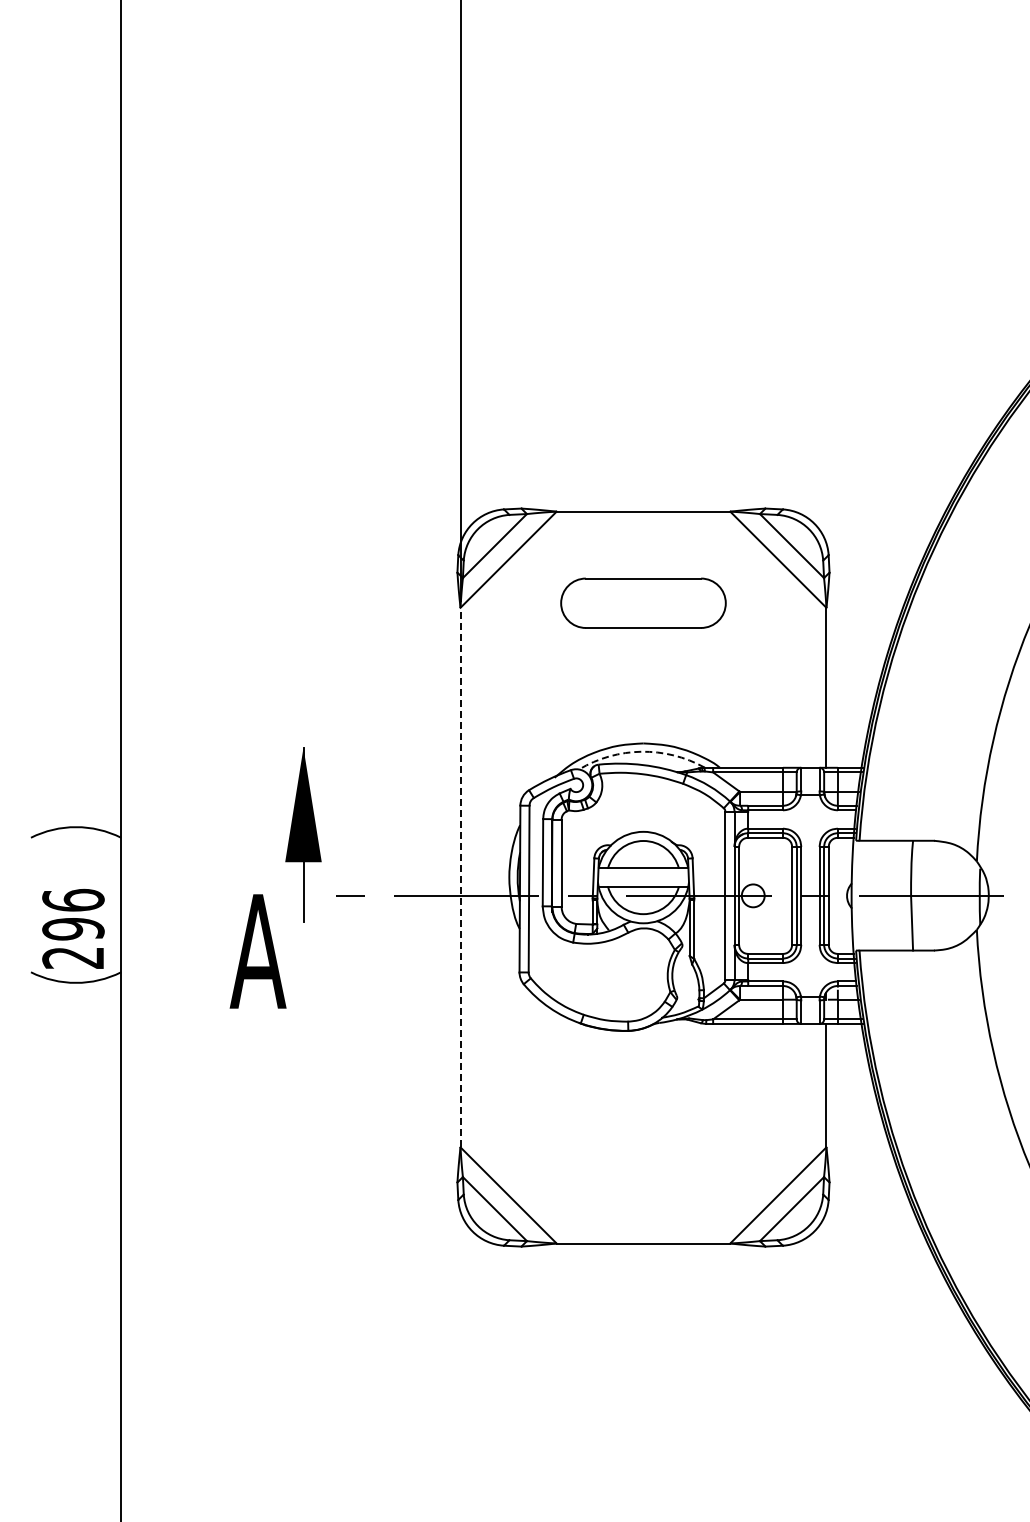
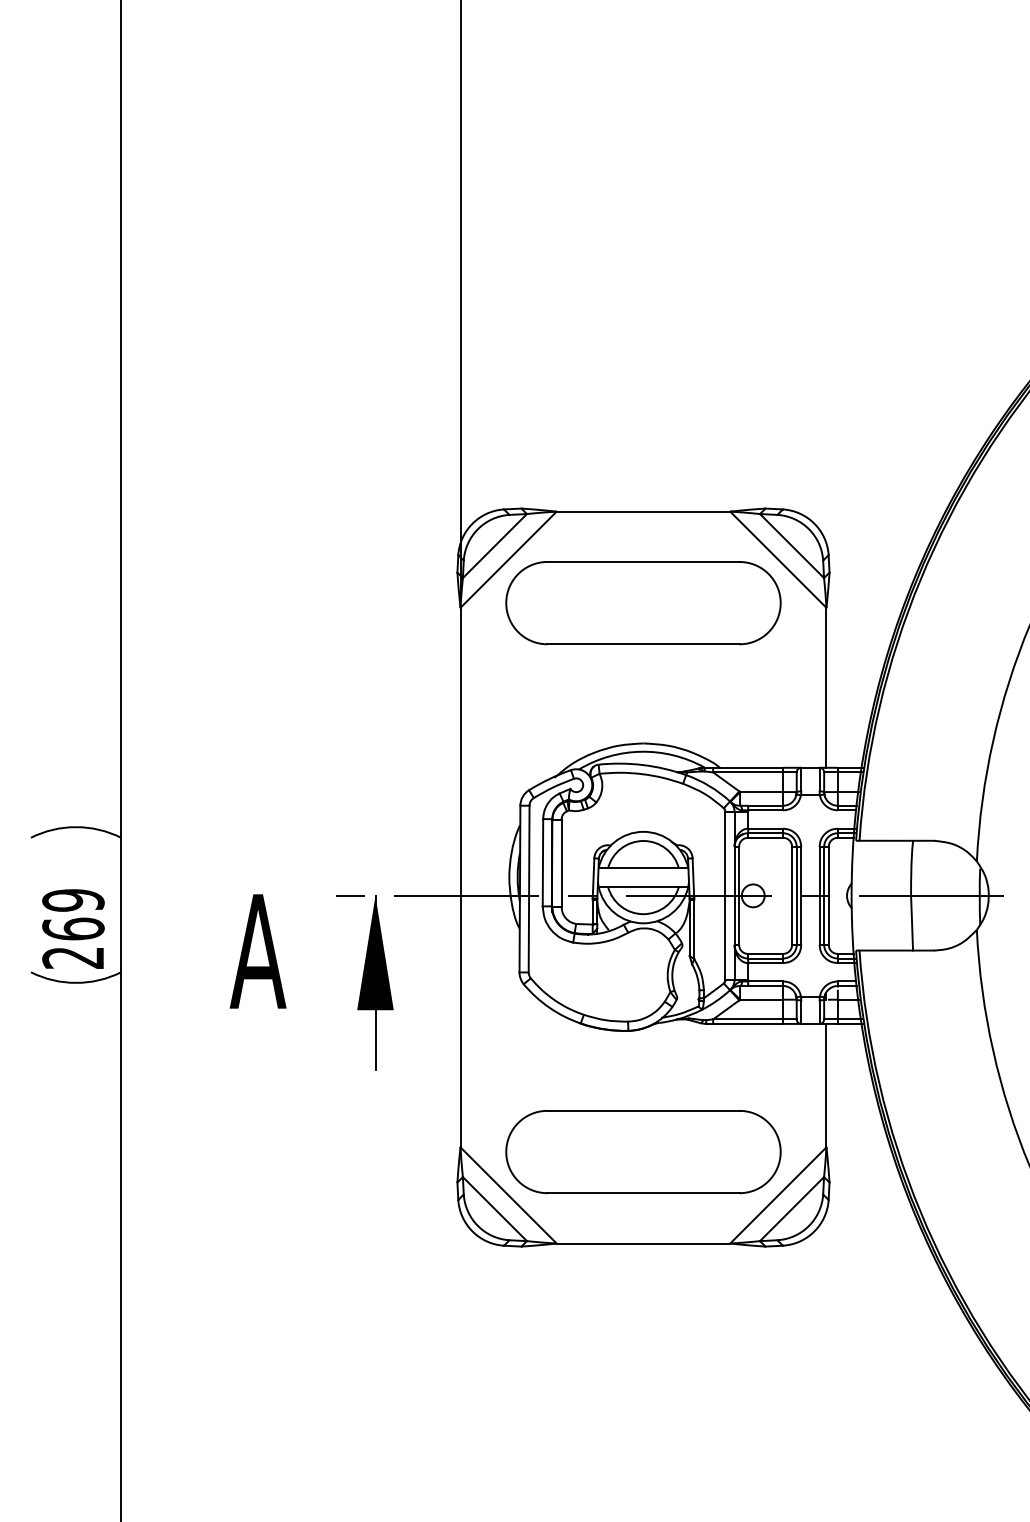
part at (643, 602) size: 167x52 px -> 277x85 px
arc at (641, 751): dashed -> solid
part at (303, 834) position: (303, 834) -> (375, 982)
line at (460, 877): dashed -> solid
text at (73, 914): 296 -> 269
part at (643, 1152): none -> present
